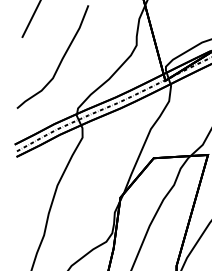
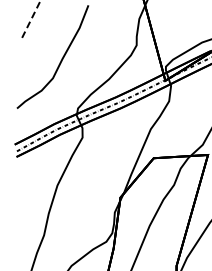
line at (31, 19): solid -> dashed
